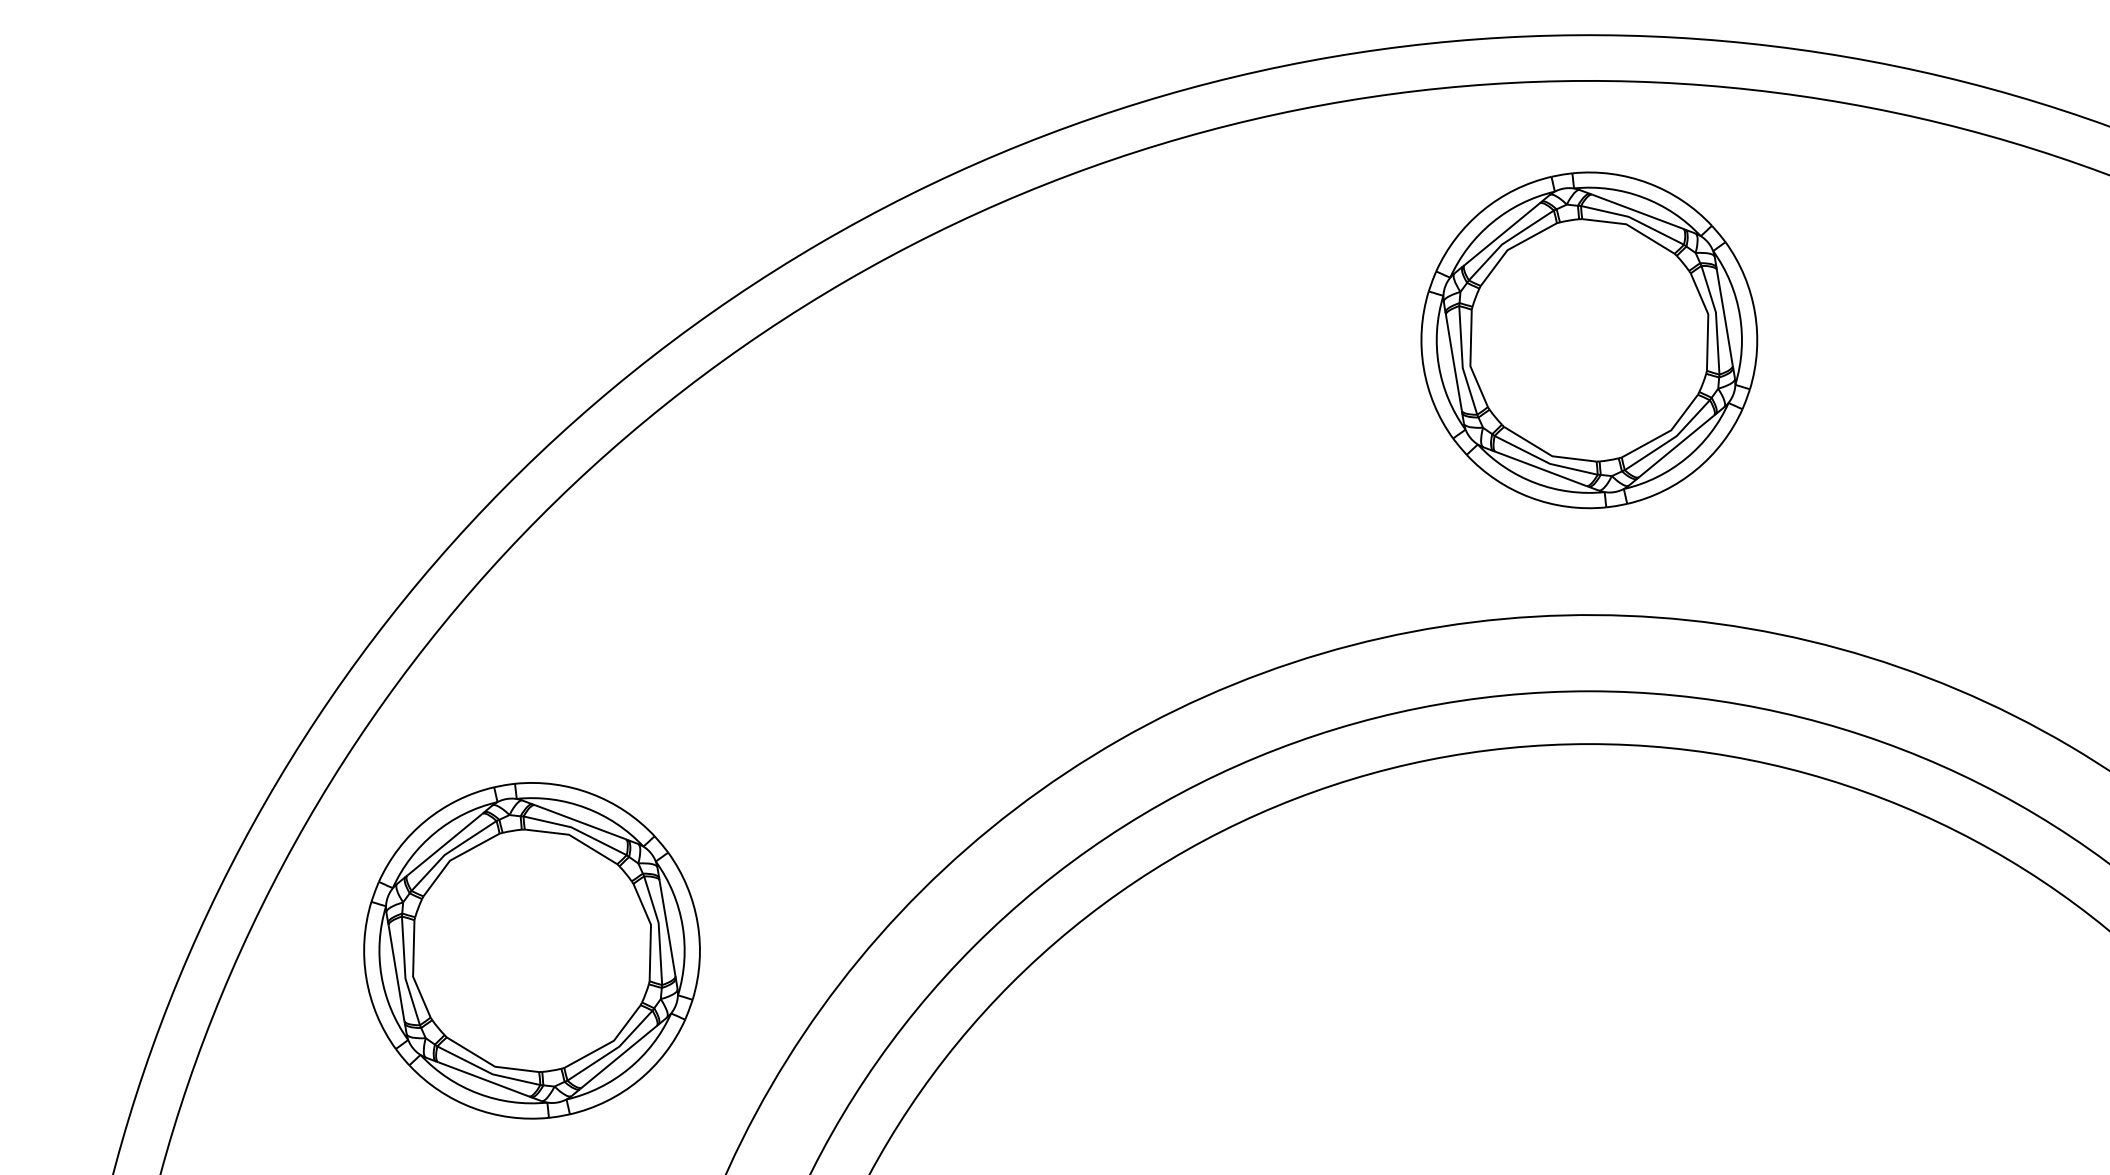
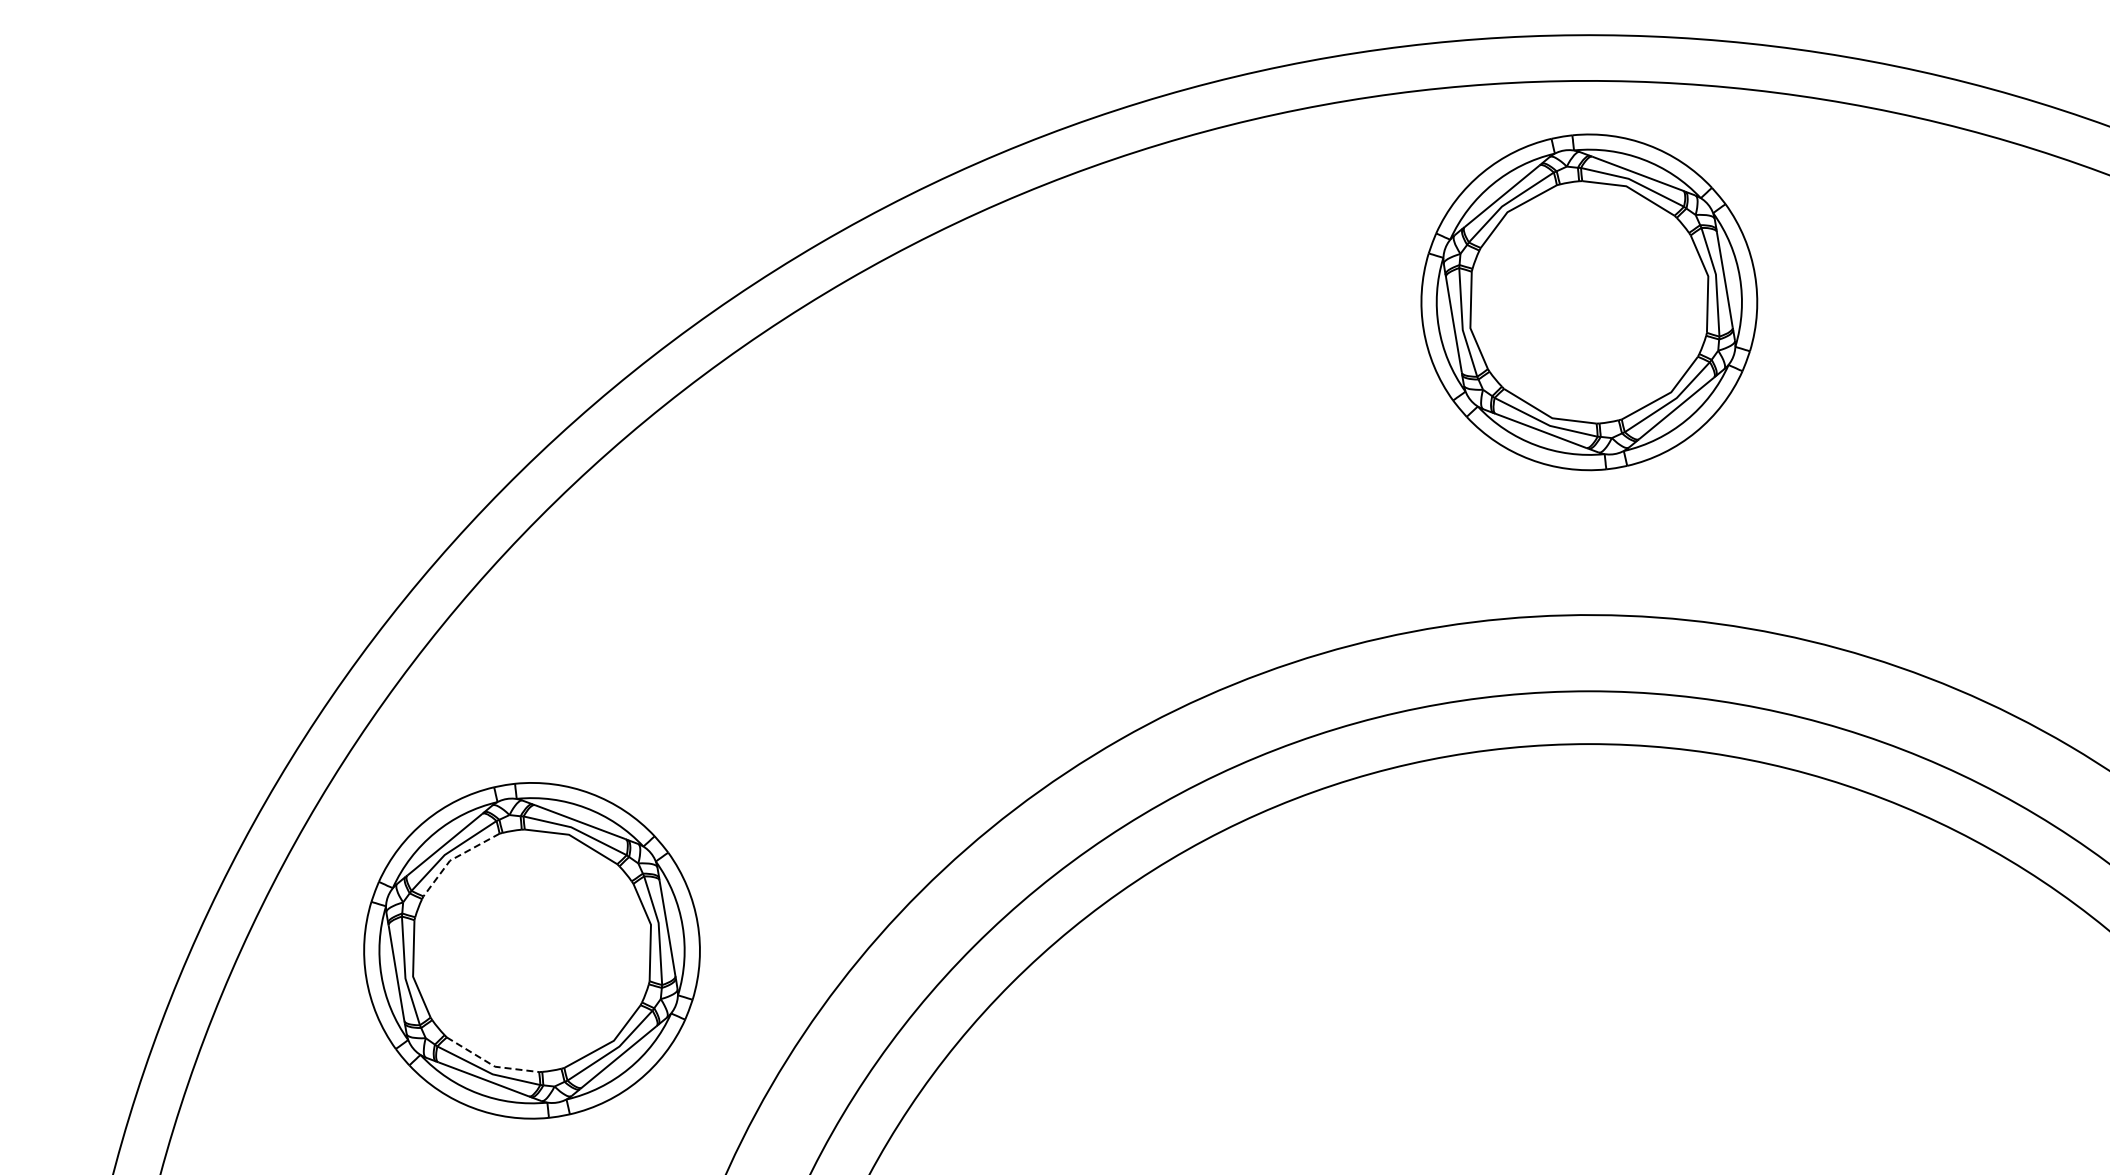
part at (1589, 340) position: (1589, 340) -> (1589, 302)
line at (454, 858): solid -> dashed
line at (490, 1064): solid -> dashed
